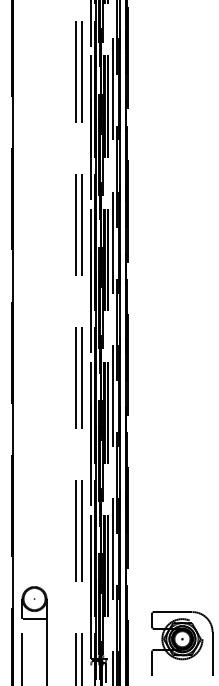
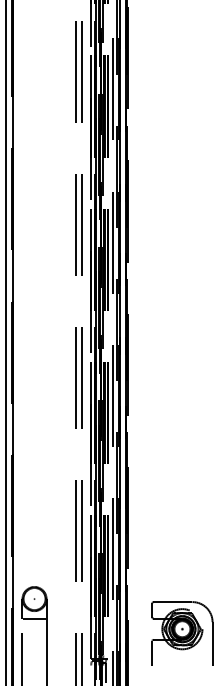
line at (6, 342): none -> present
part at (182, 643) position: (182, 643) -> (182, 633)
